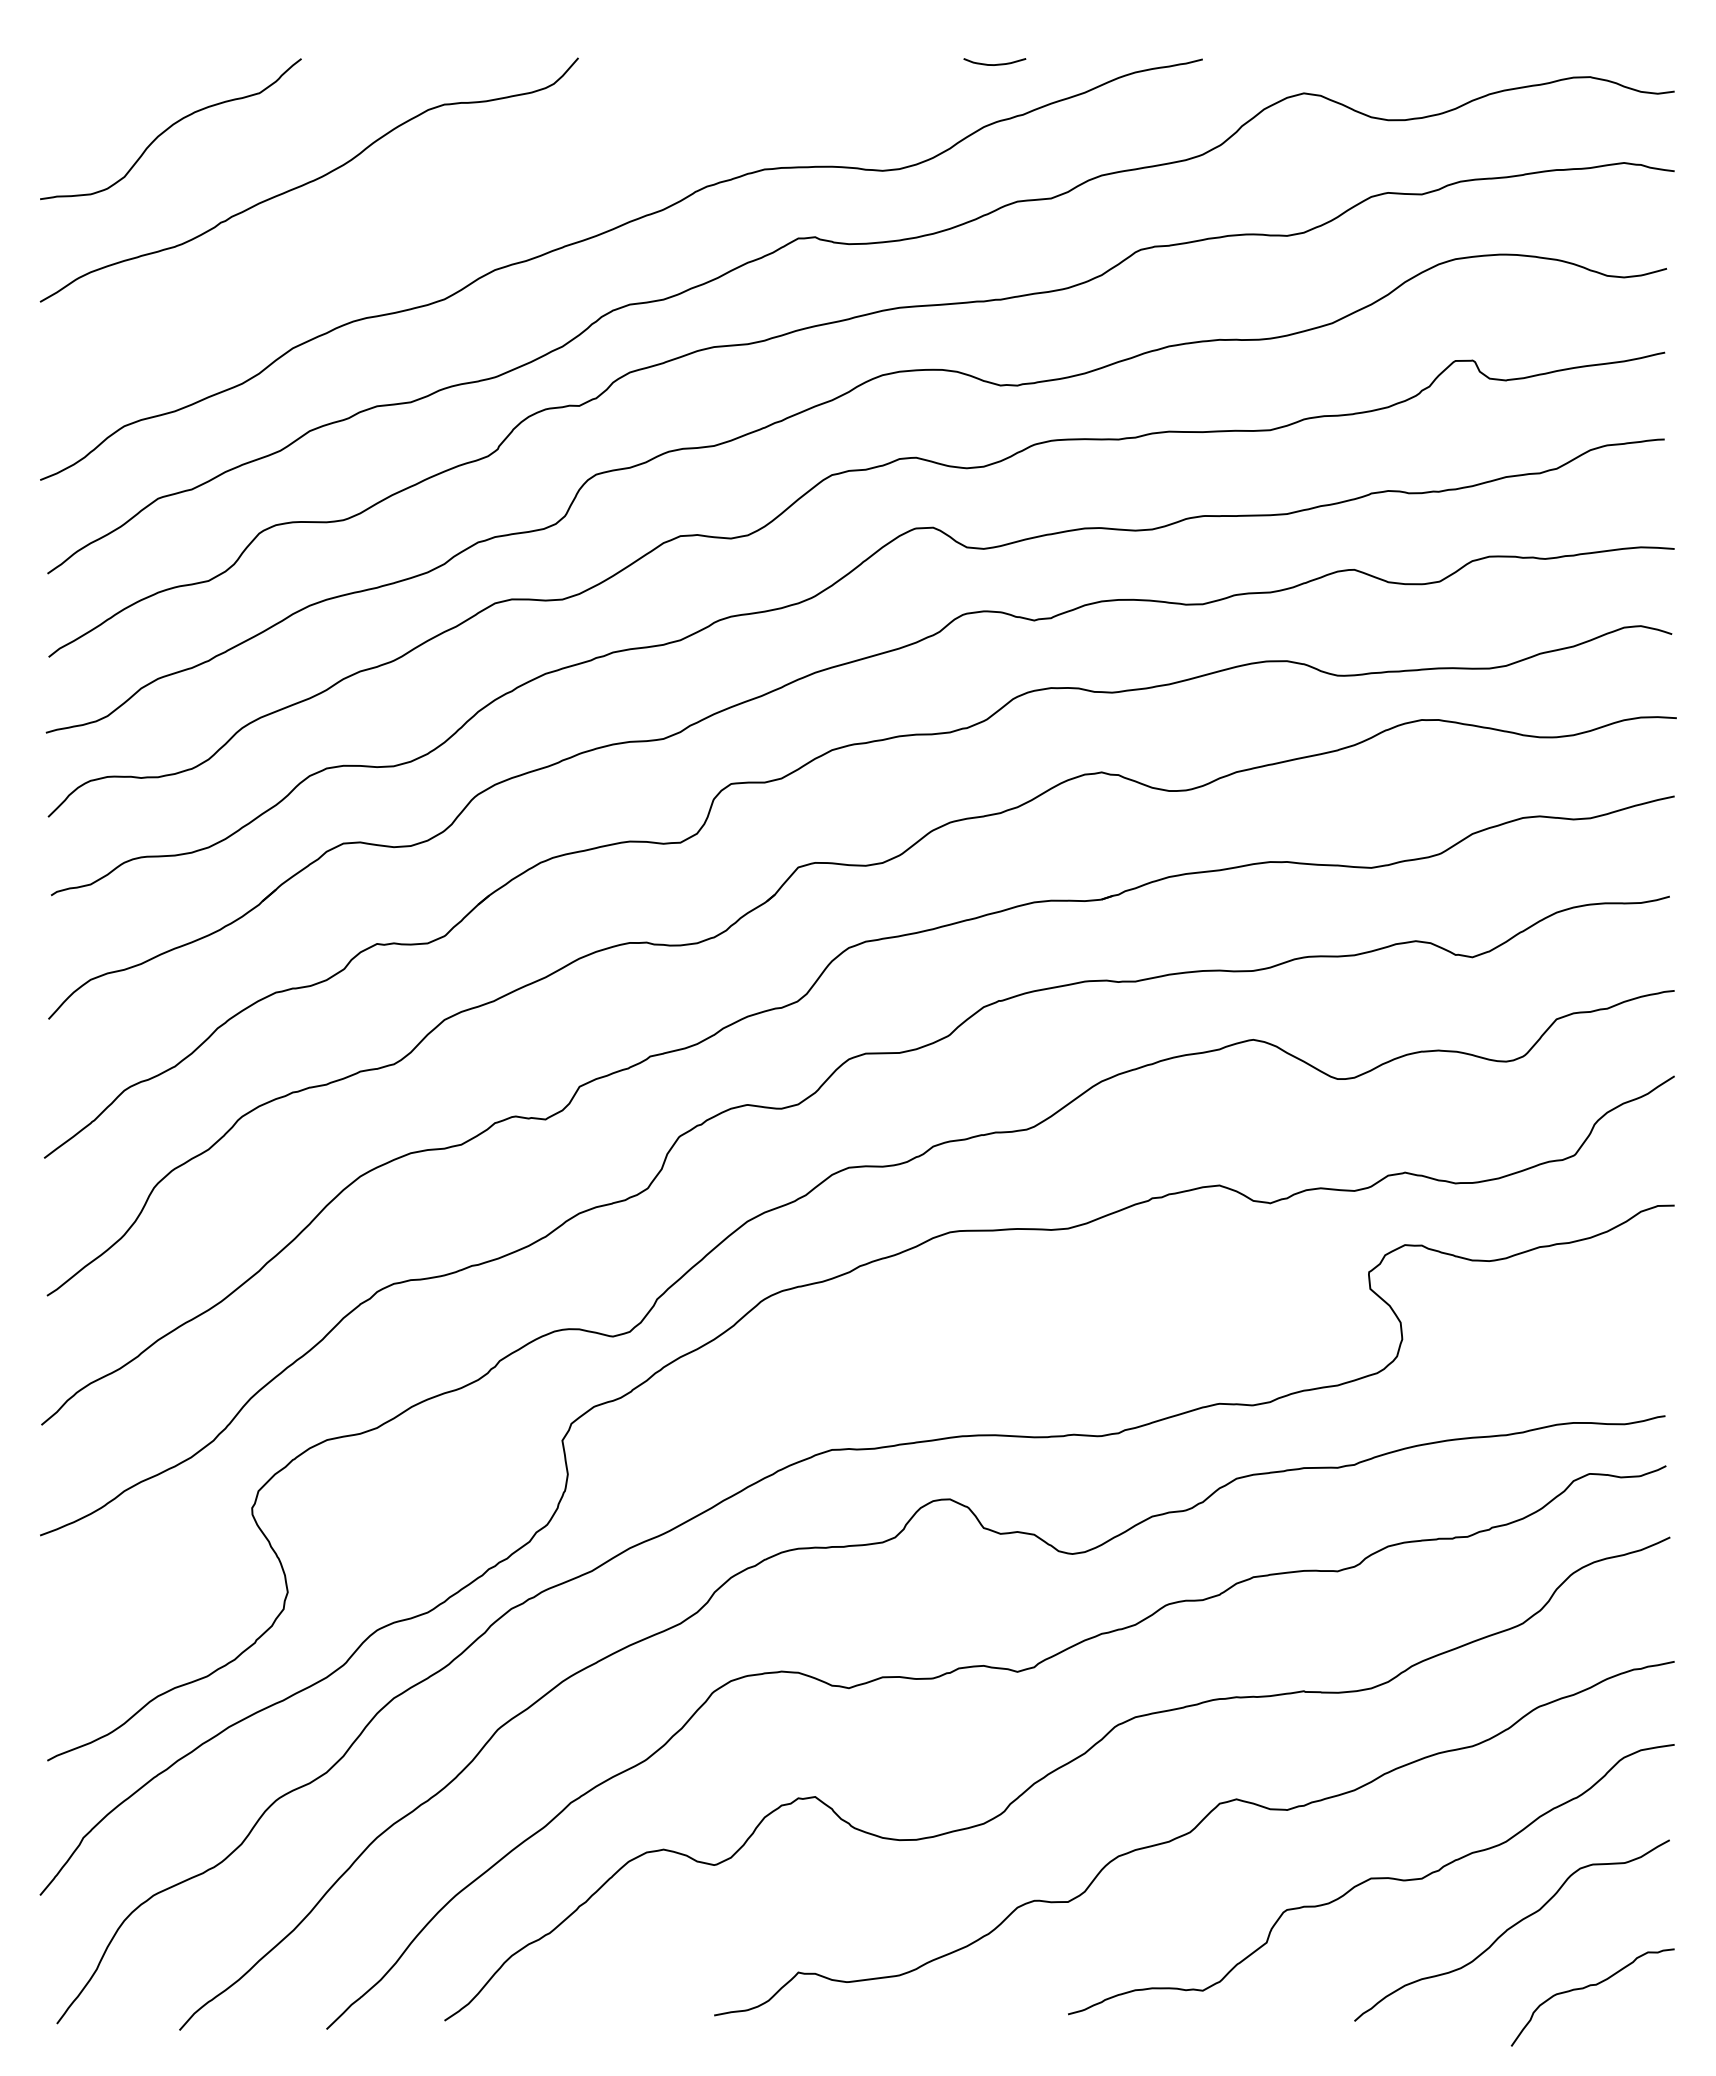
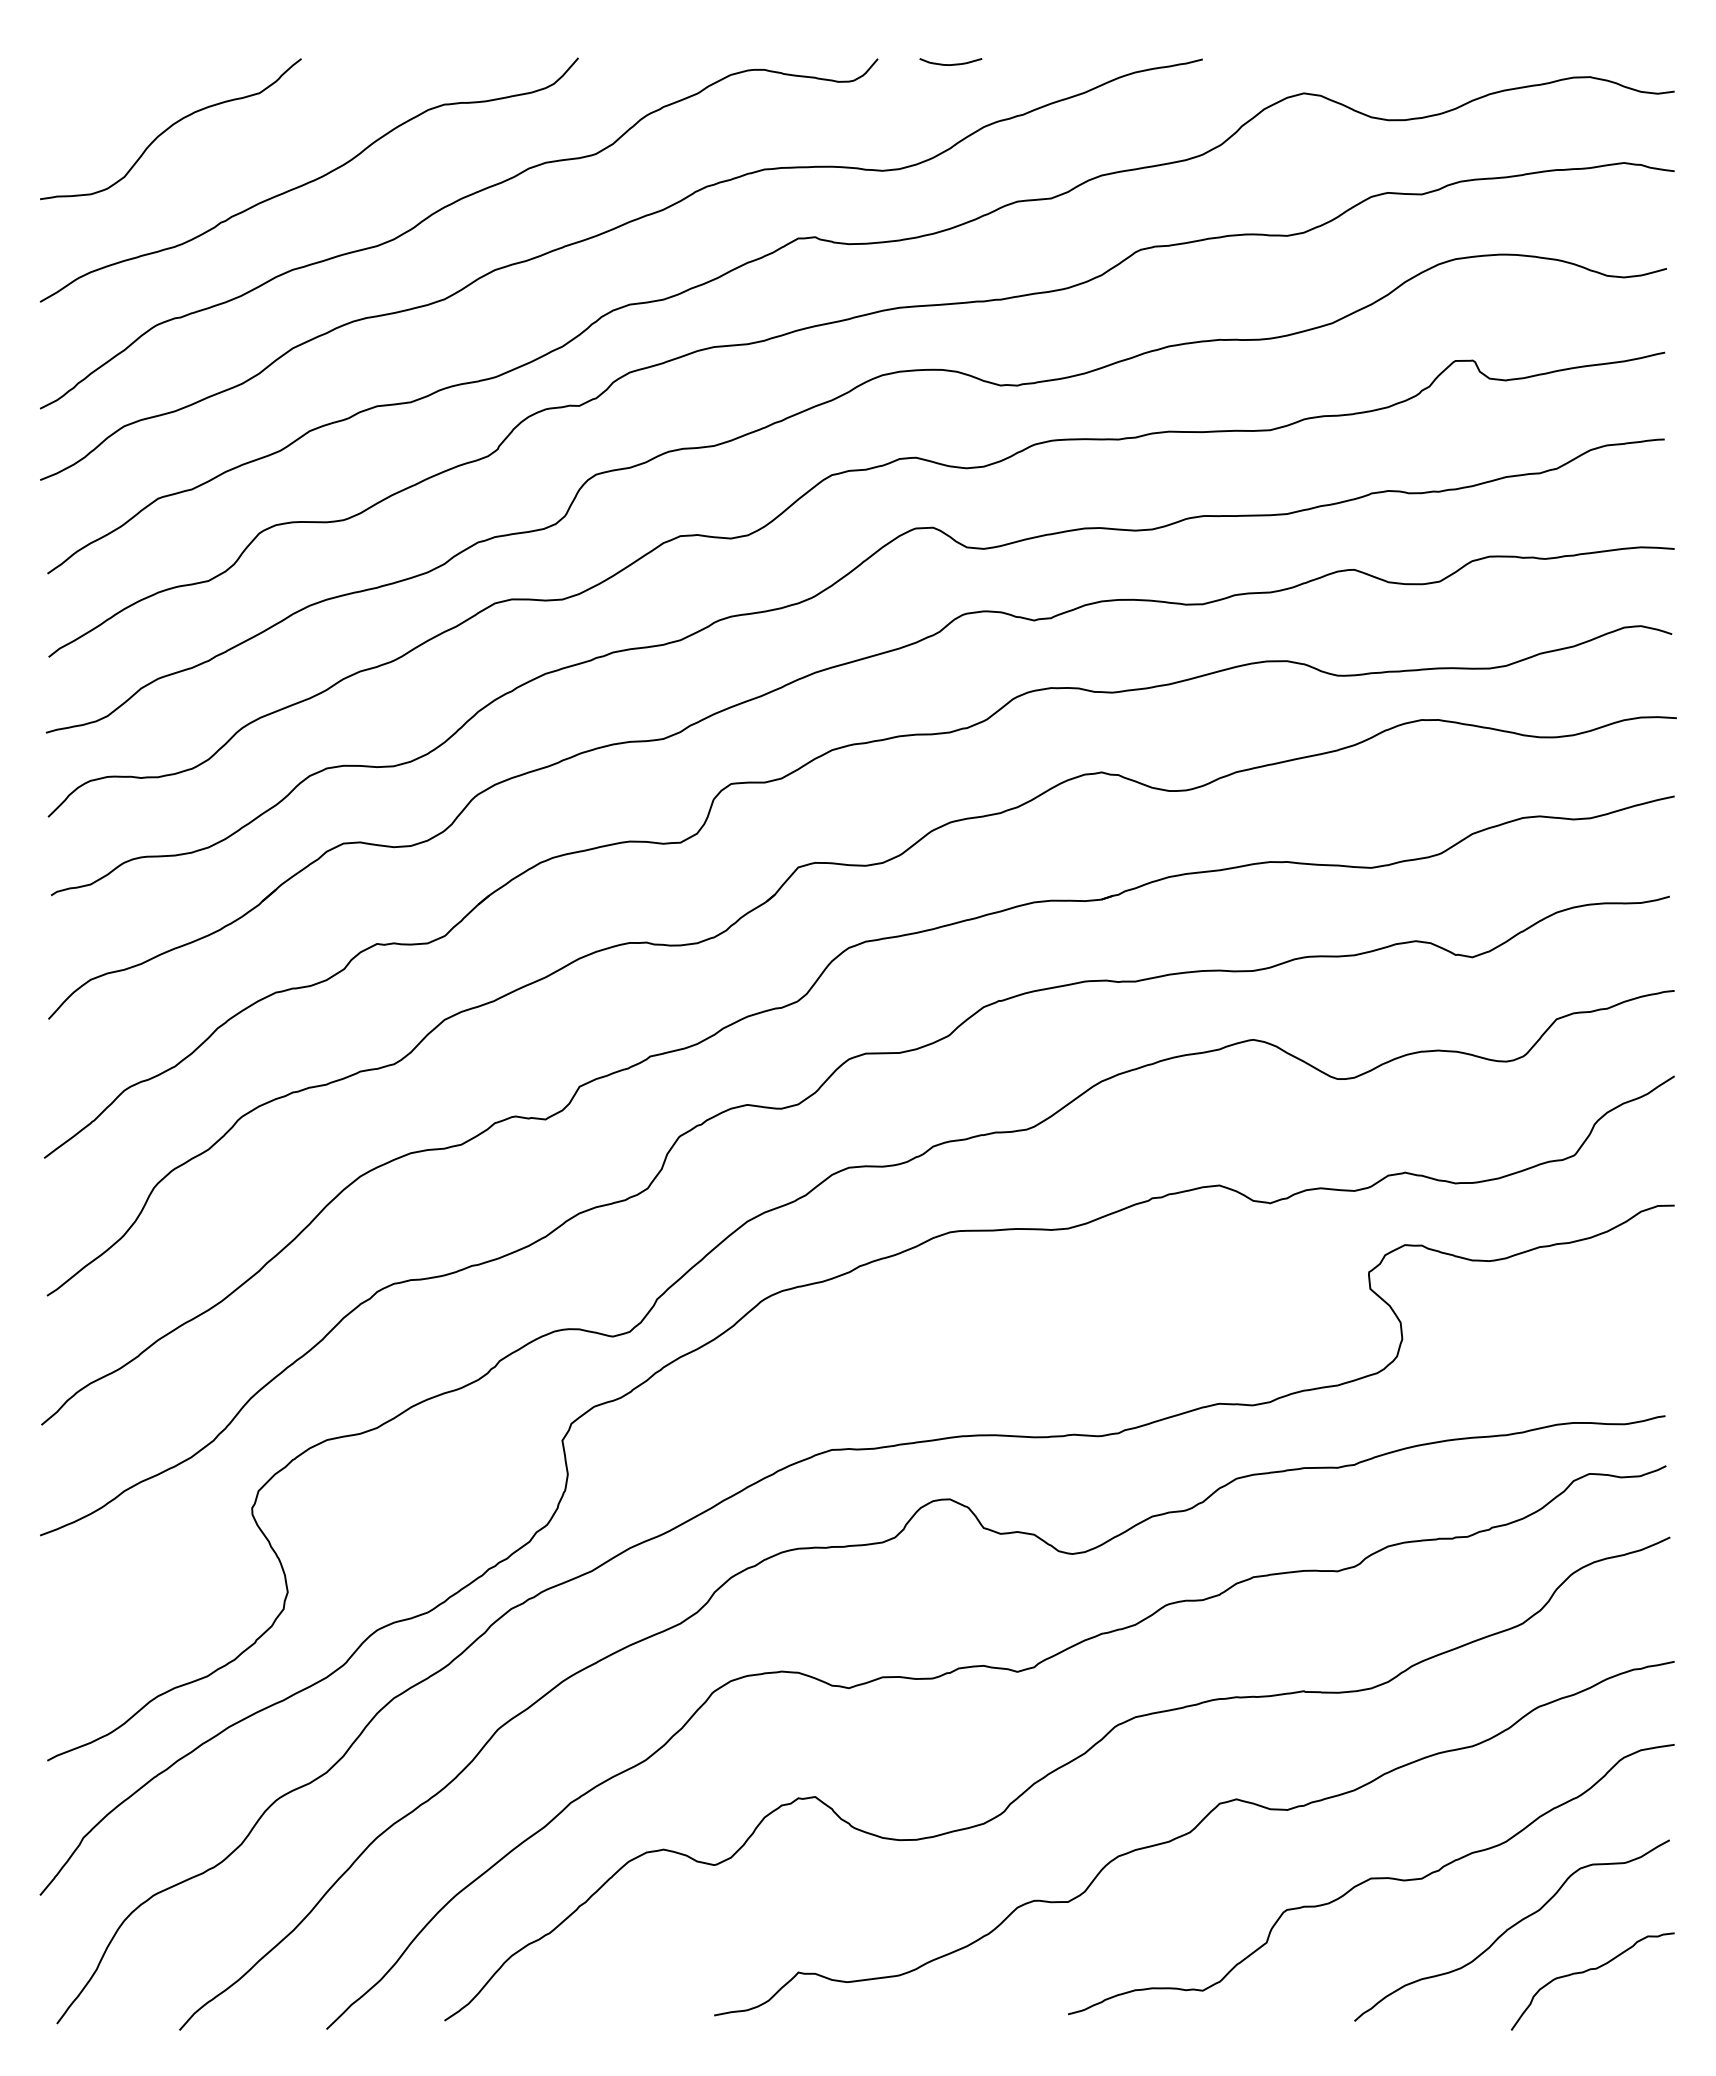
curve at (994, 64) position: (994, 64) -> (950, 64)
curve at (446, 207): none -> present
curve at (1591, 1986) position: (1591, 1986) -> (1591, 1970)
